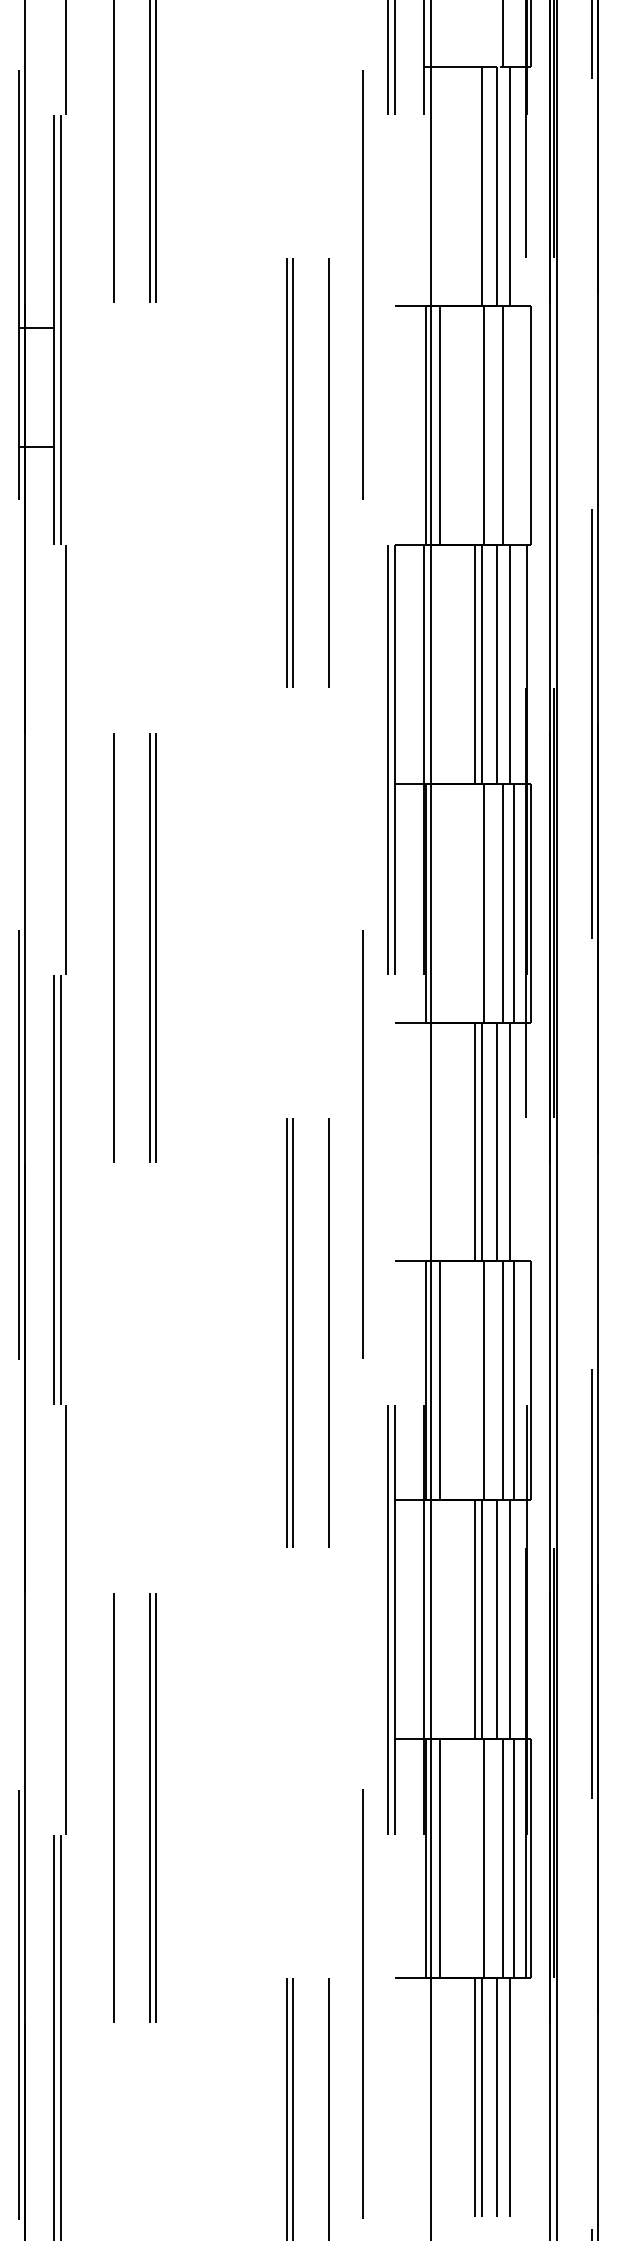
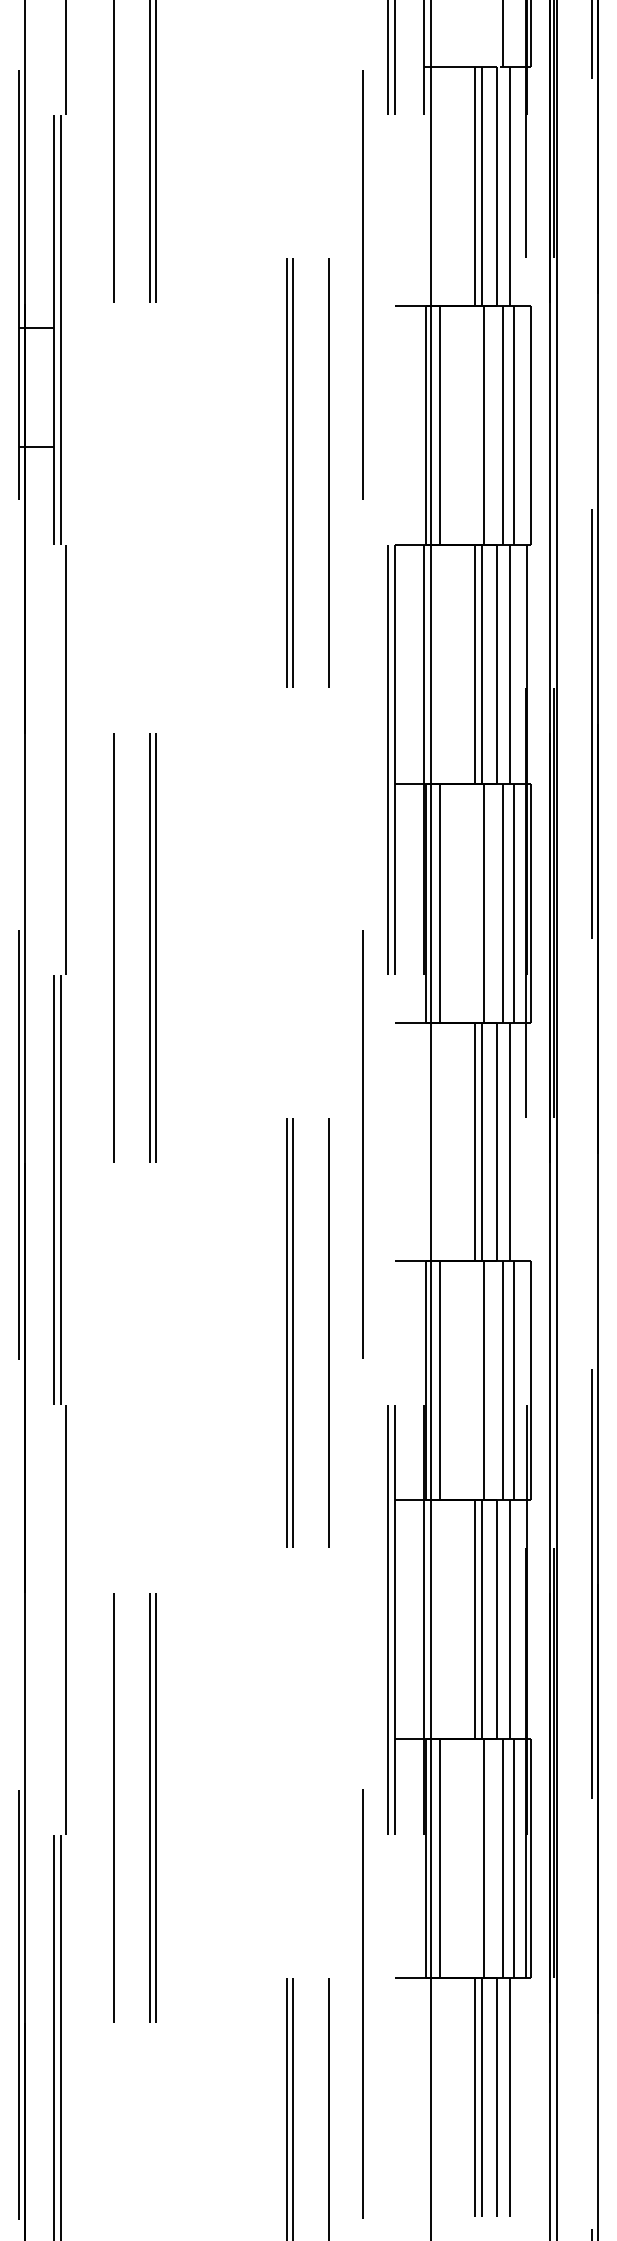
line at (475, 186): none -> present
line at (514, 425): none -> present
line at (439, 902): none -> present
